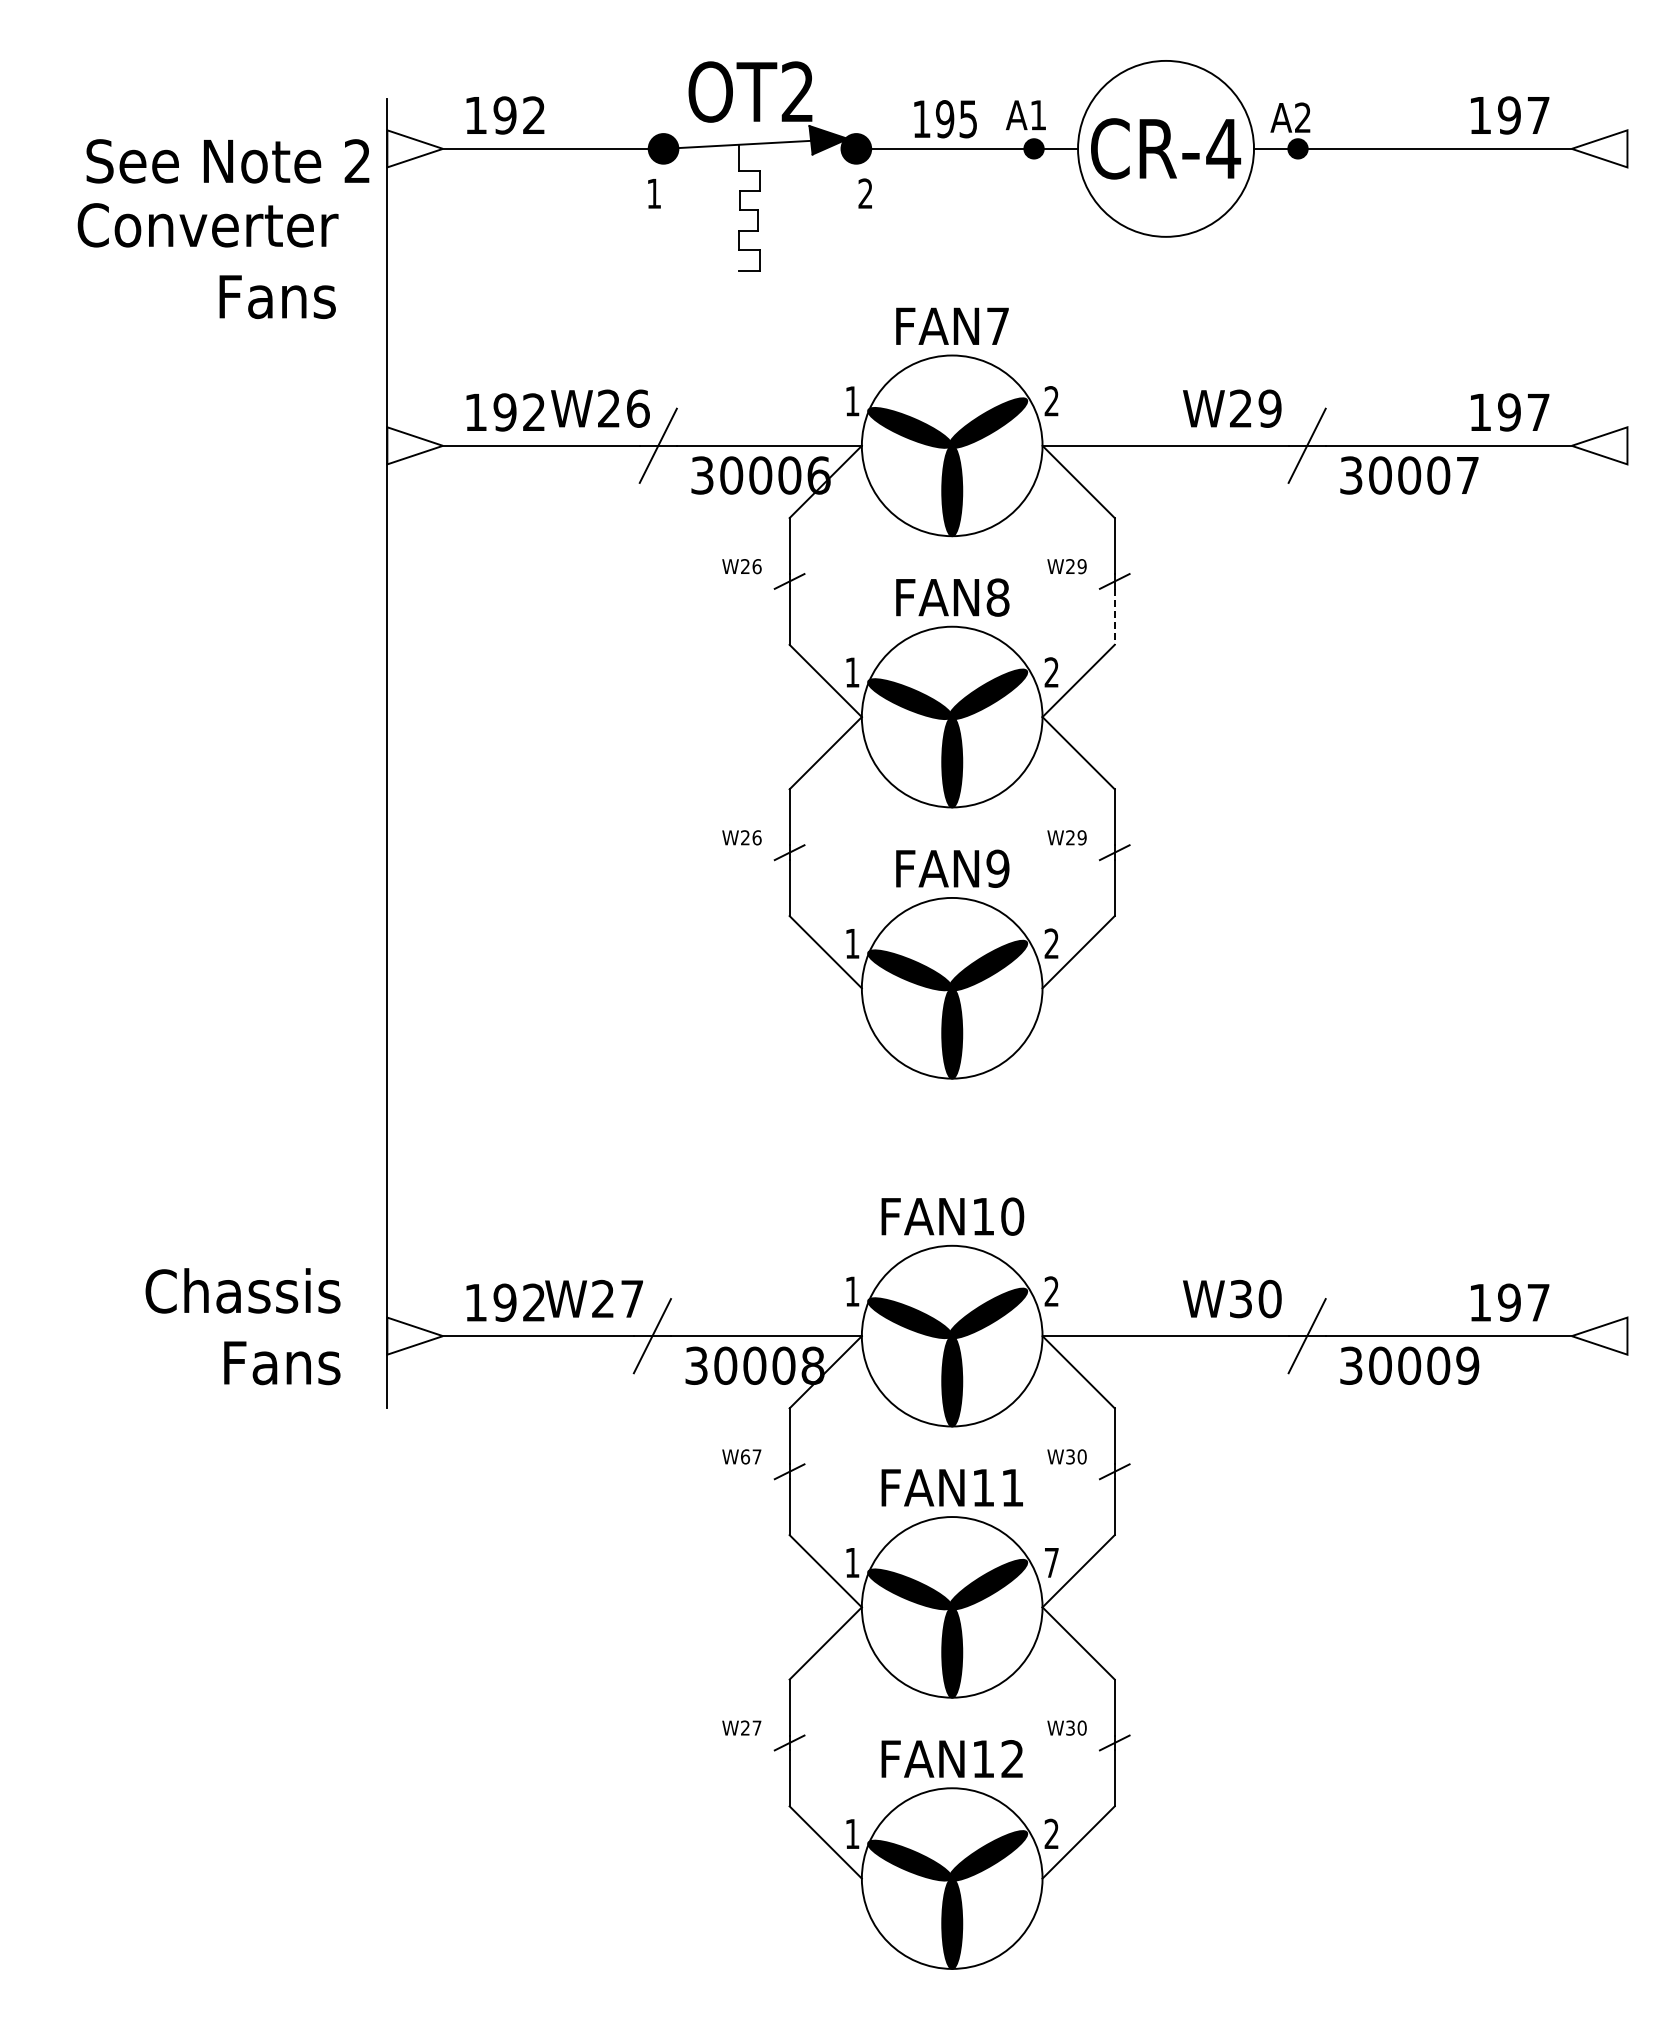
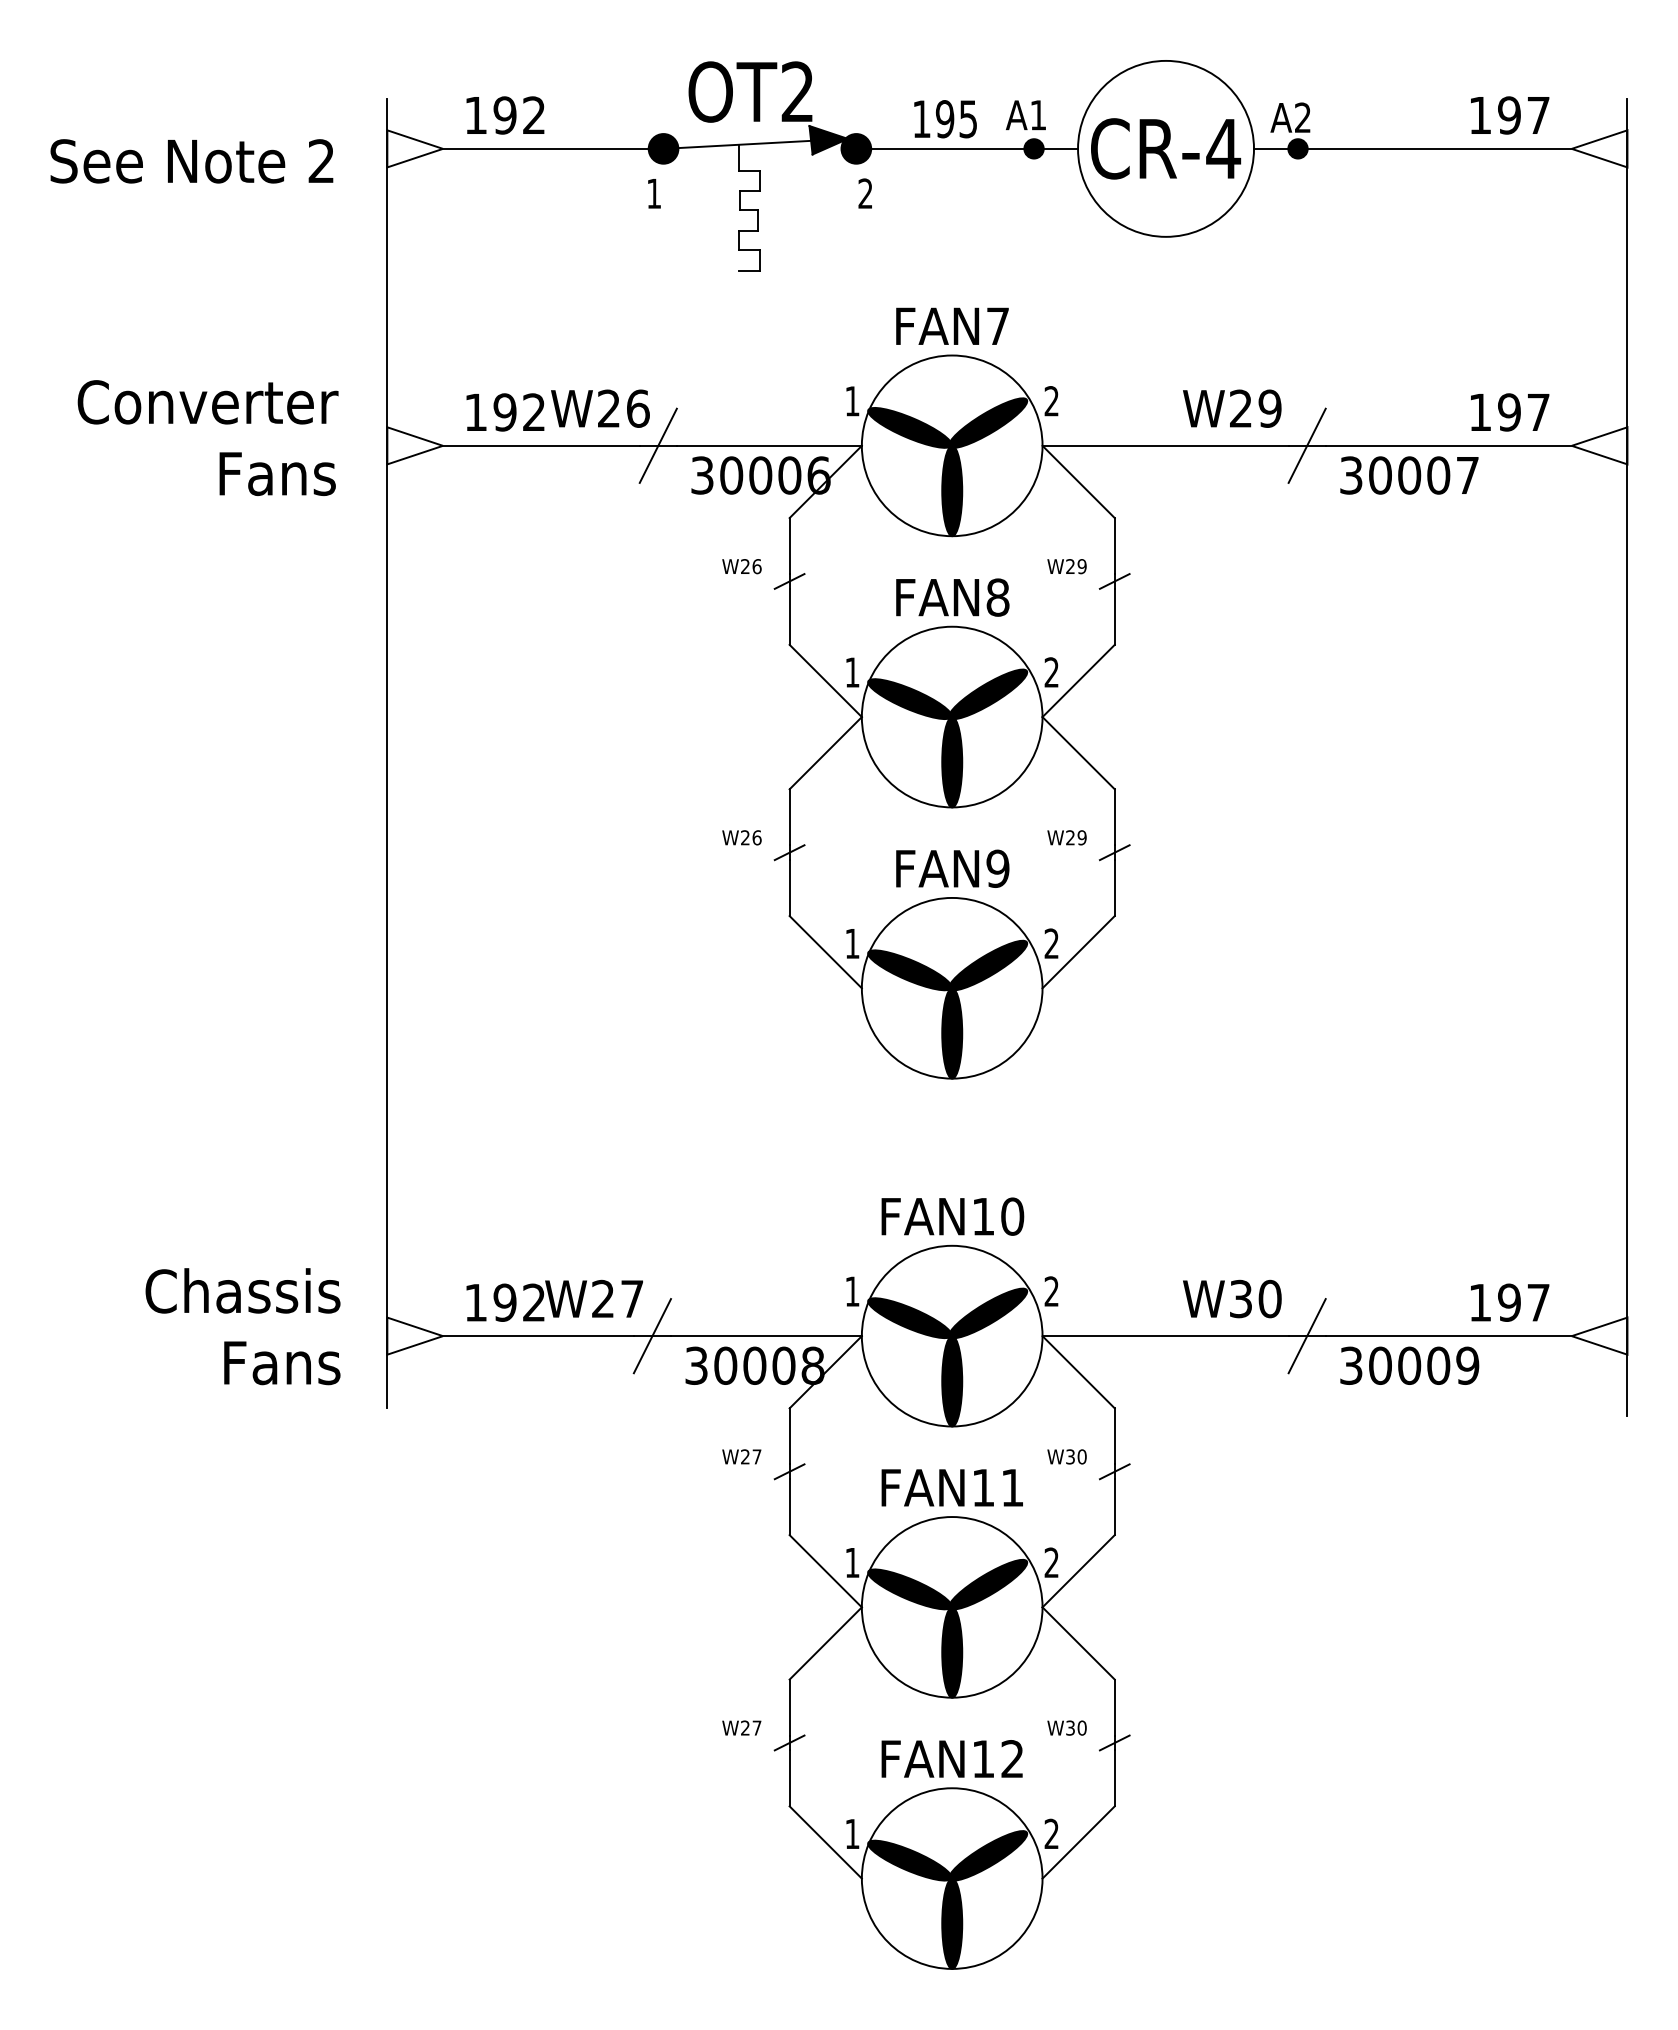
text at (227, 161) position: (227, 161) -> (191, 161)
text at (207, 260) position: (207, 260) -> (207, 437)
line at (1114, 616): dashed -> solid
line at (1627, 757): none -> present
text at (745, 1456): W67 -> W27
text at (1051, 1562): 7 -> 2
